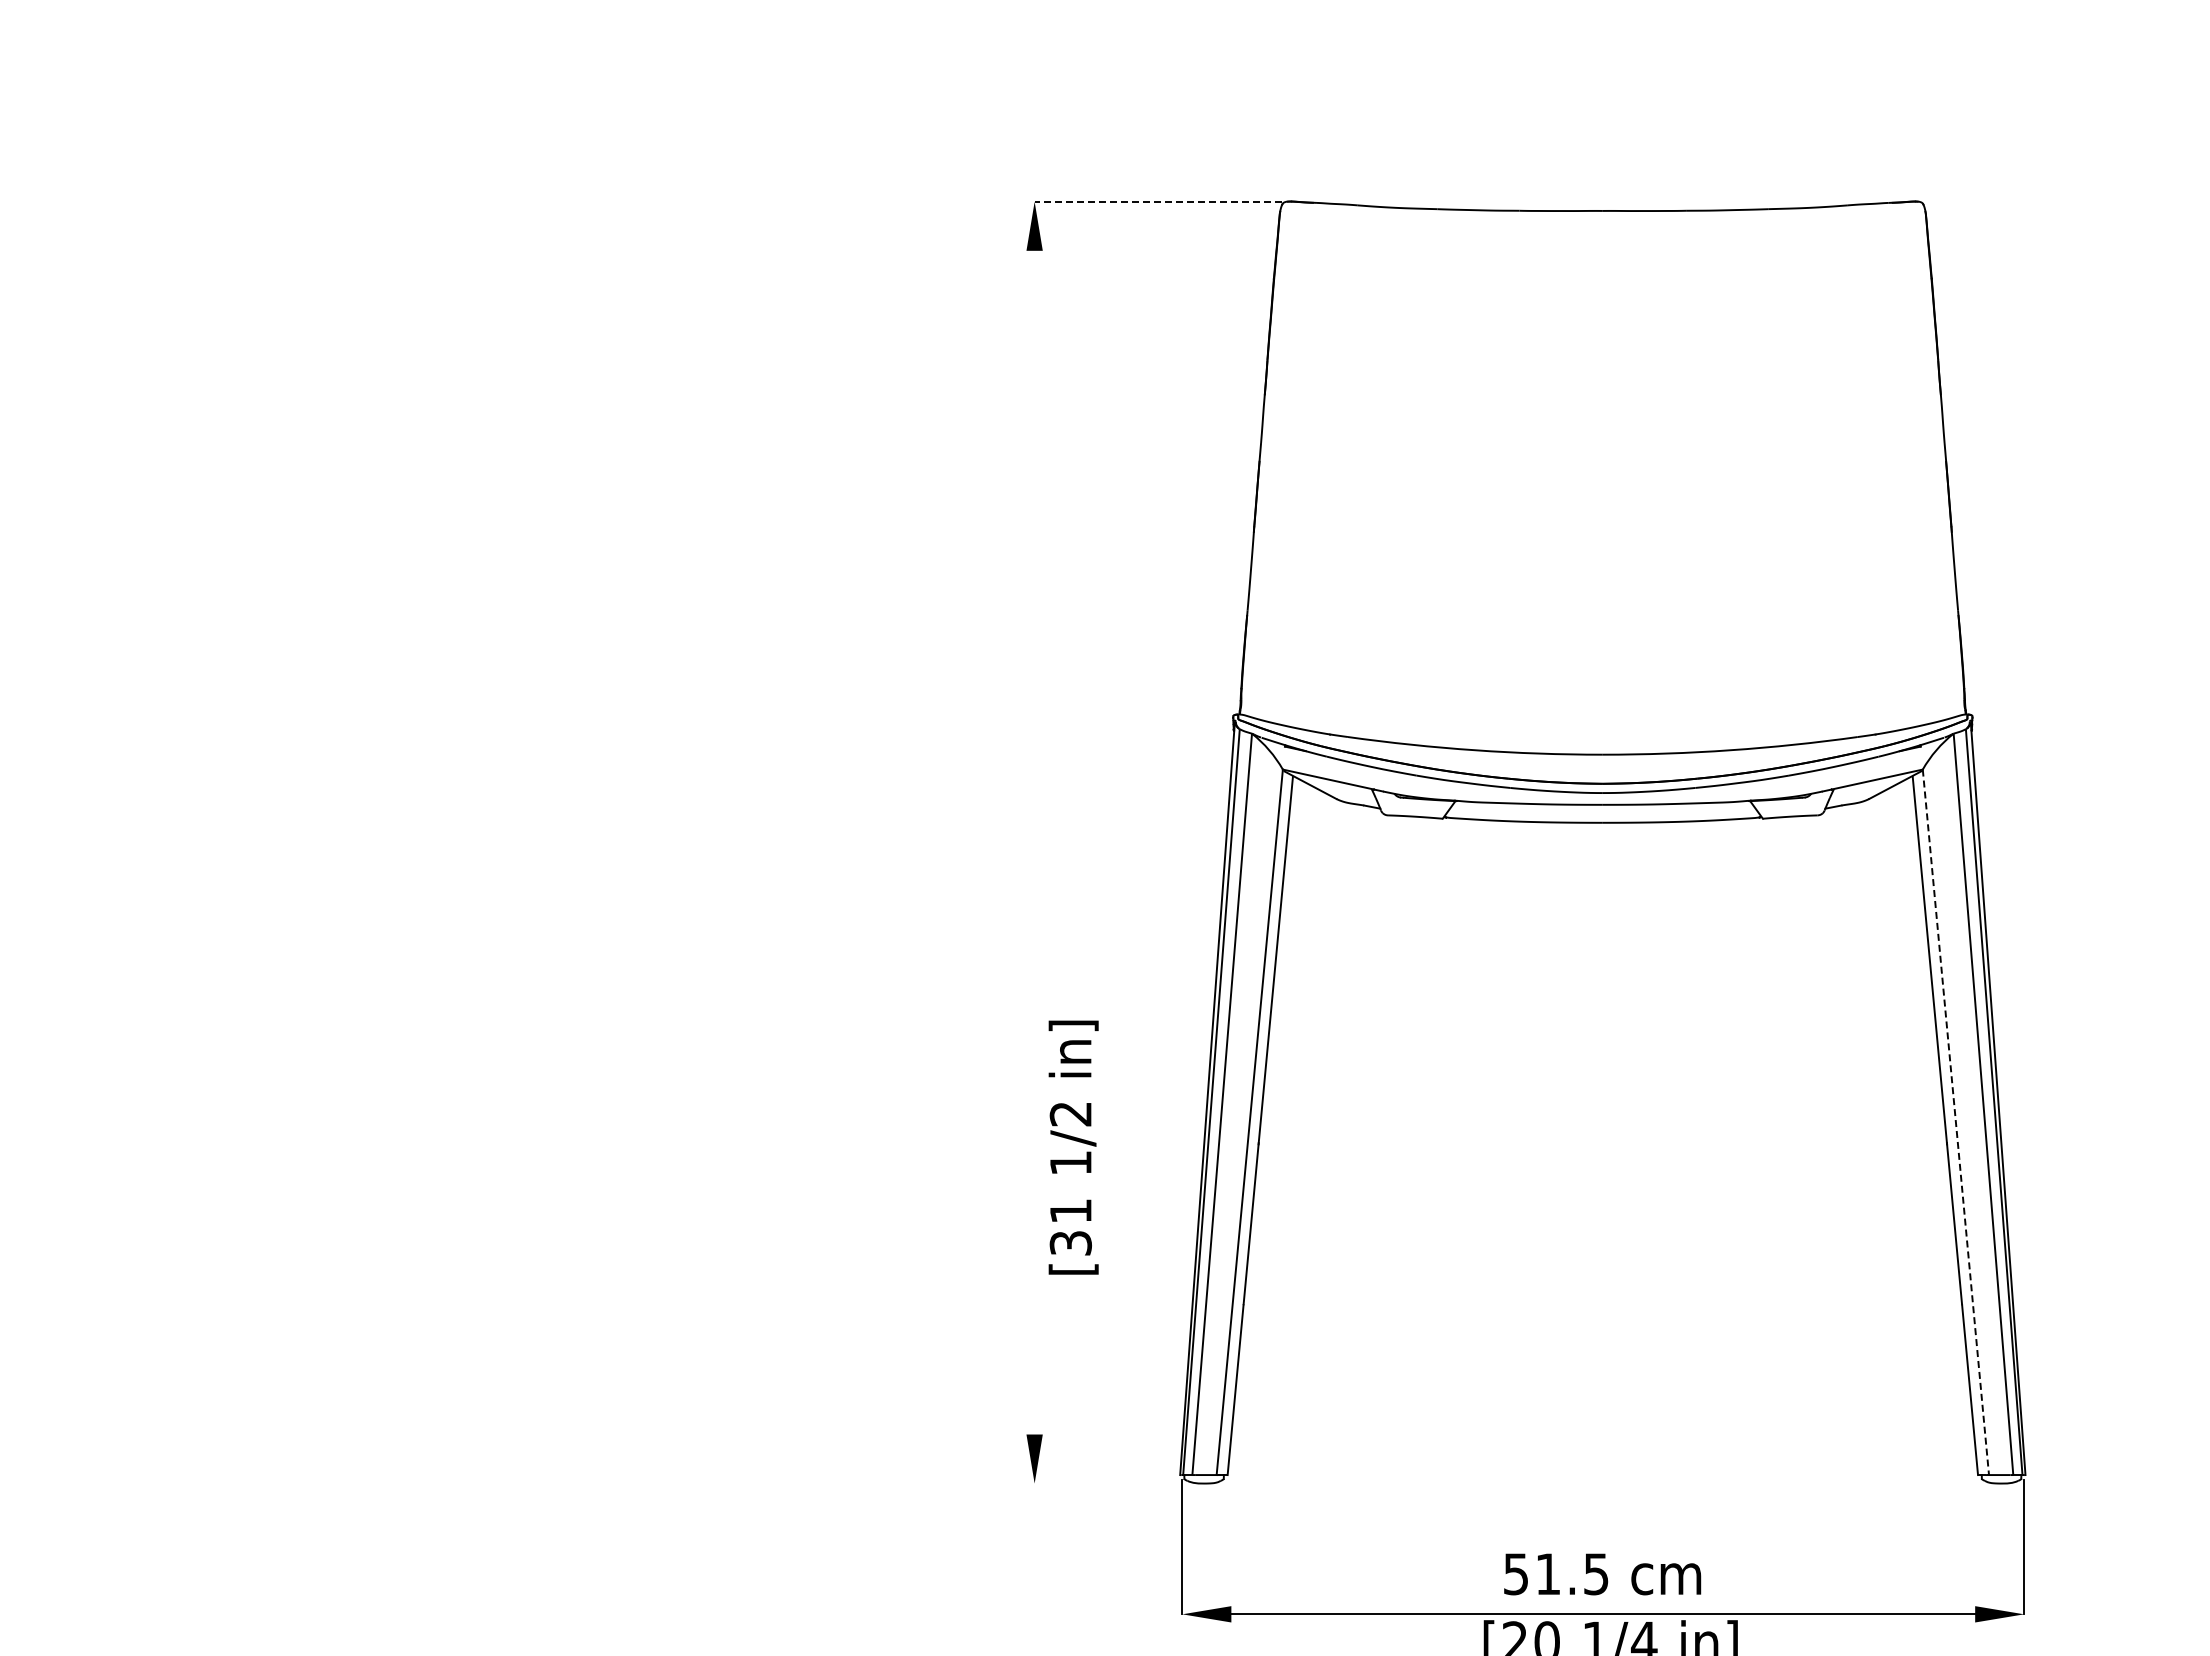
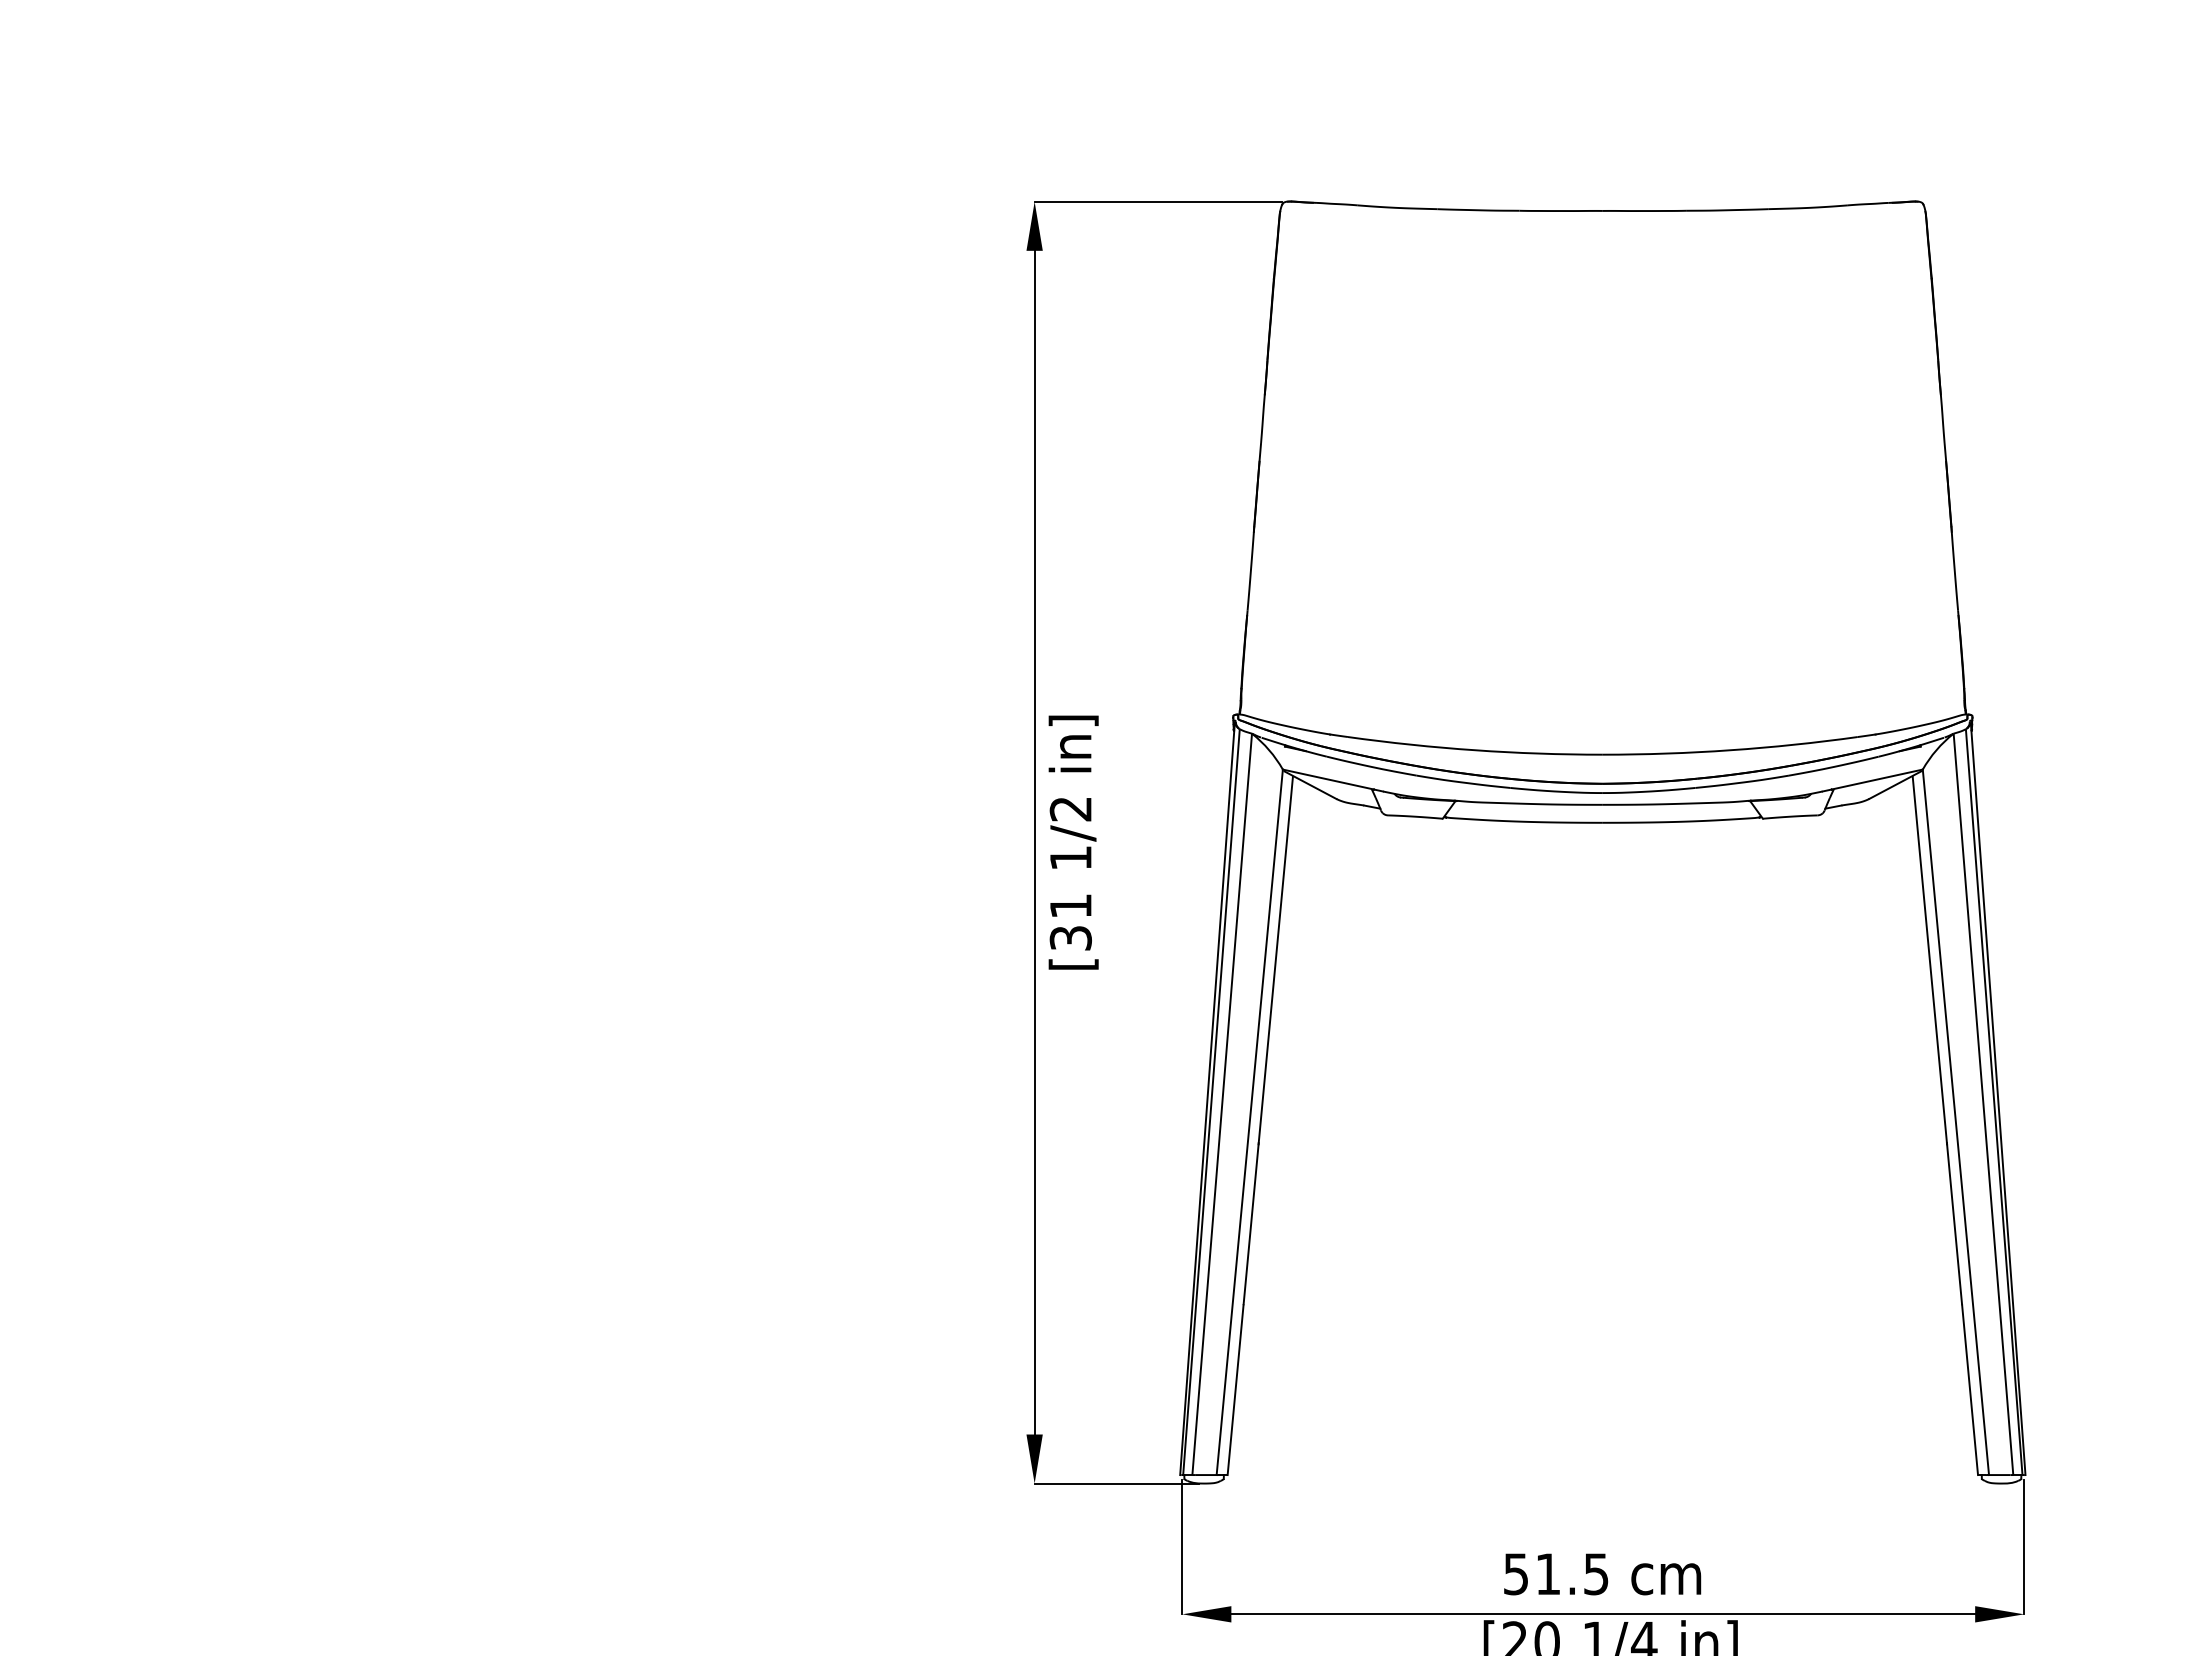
line at (1158, 201): dashed -> solid
line at (1034, 842): none -> present
line at (1955, 1122): dashed -> solid
text at (1073, 1147) position: (1073, 1147) -> (1073, 842)
line at (1116, 1483): none -> present
